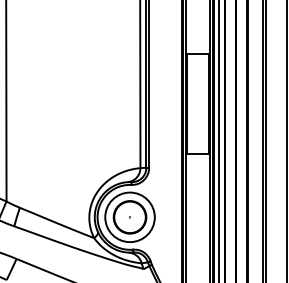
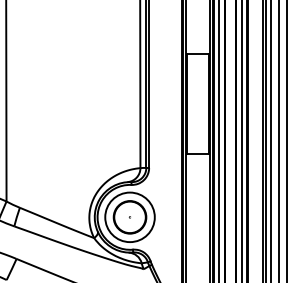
line at (241, 140): none -> present
line at (270, 140): none -> present
line at (279, 140): none -> present
